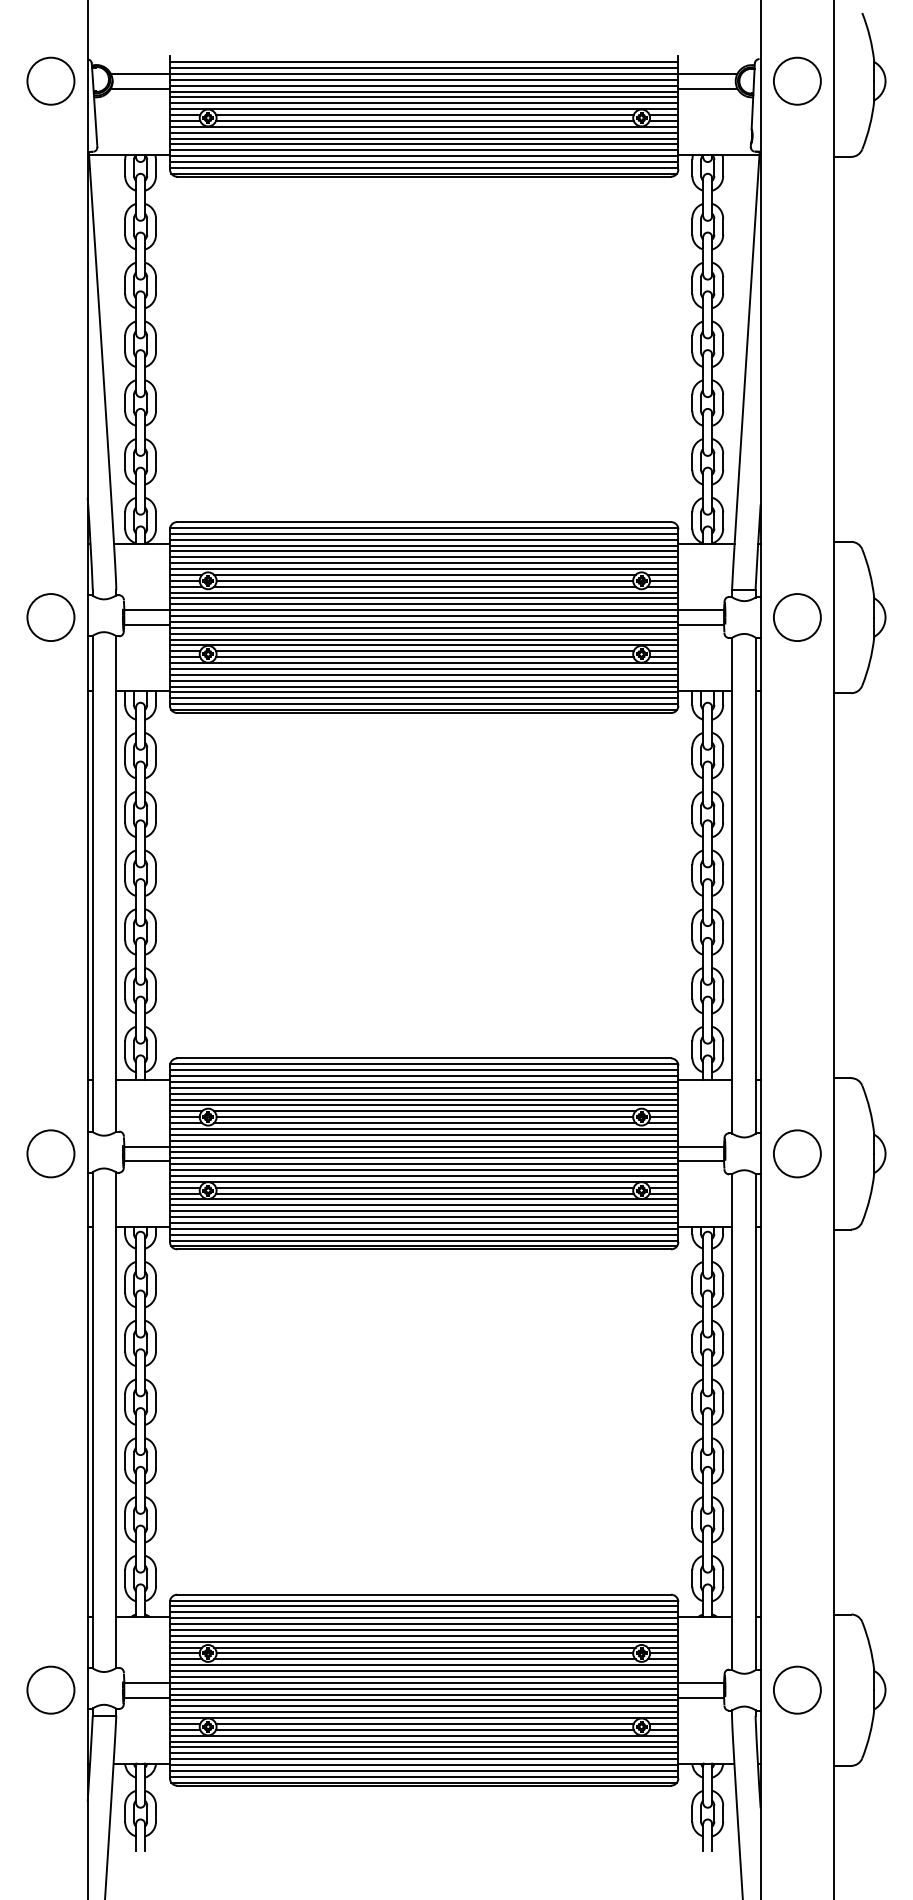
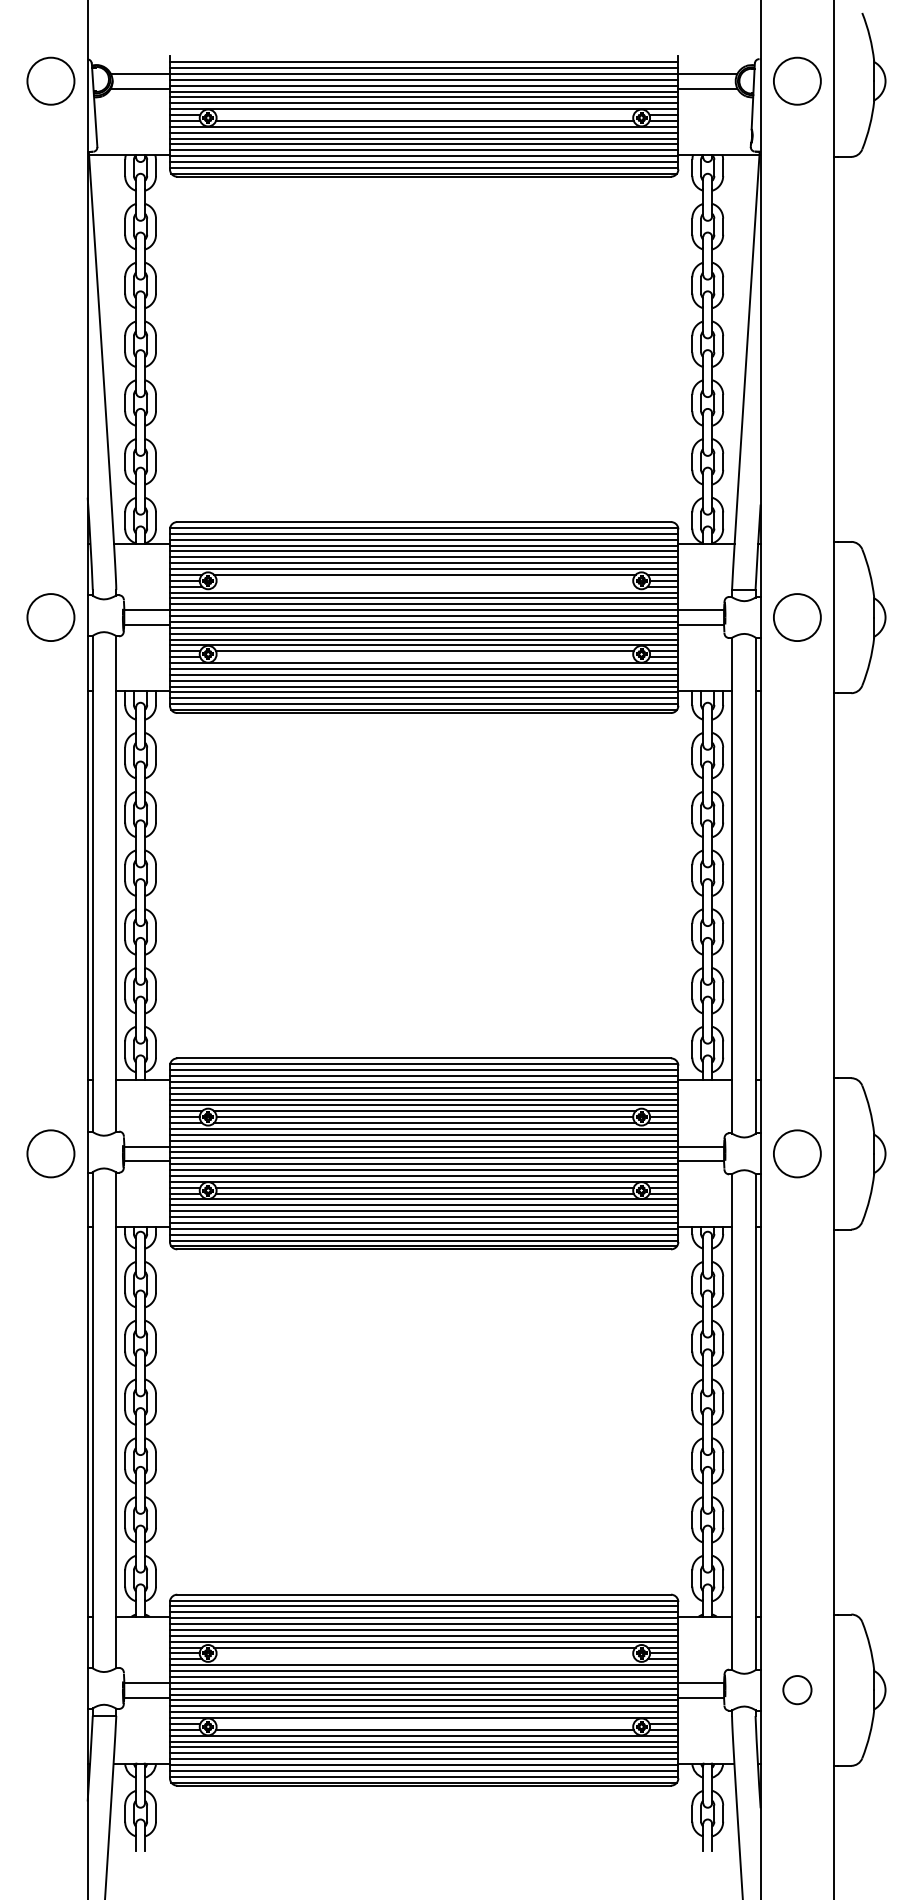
line at (424, 115): present -> none
line at (424, 580): present -> none
line at (424, 586): present -> none
line at (424, 657): present -> none
line at (424, 1653): present -> none
line at (424, 1659): present -> none
circle at (50, 1689): present -> none
circle at (797, 1689) size: 49x50 px -> 31x31 px
line at (424, 1723): present -> none
